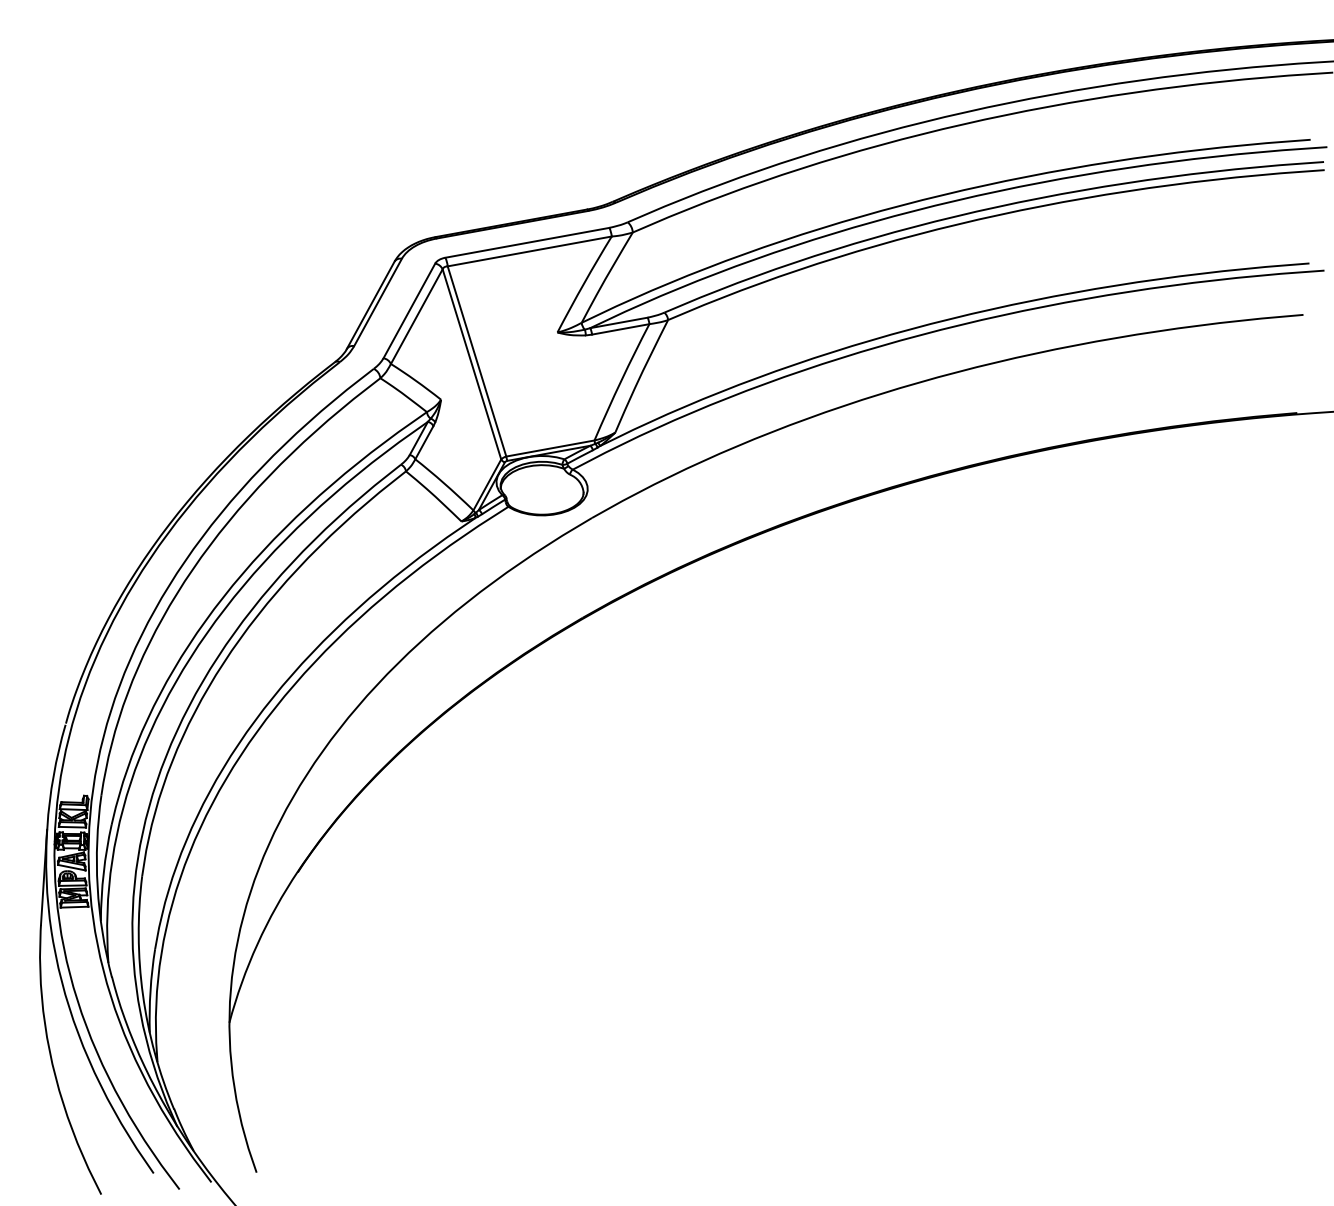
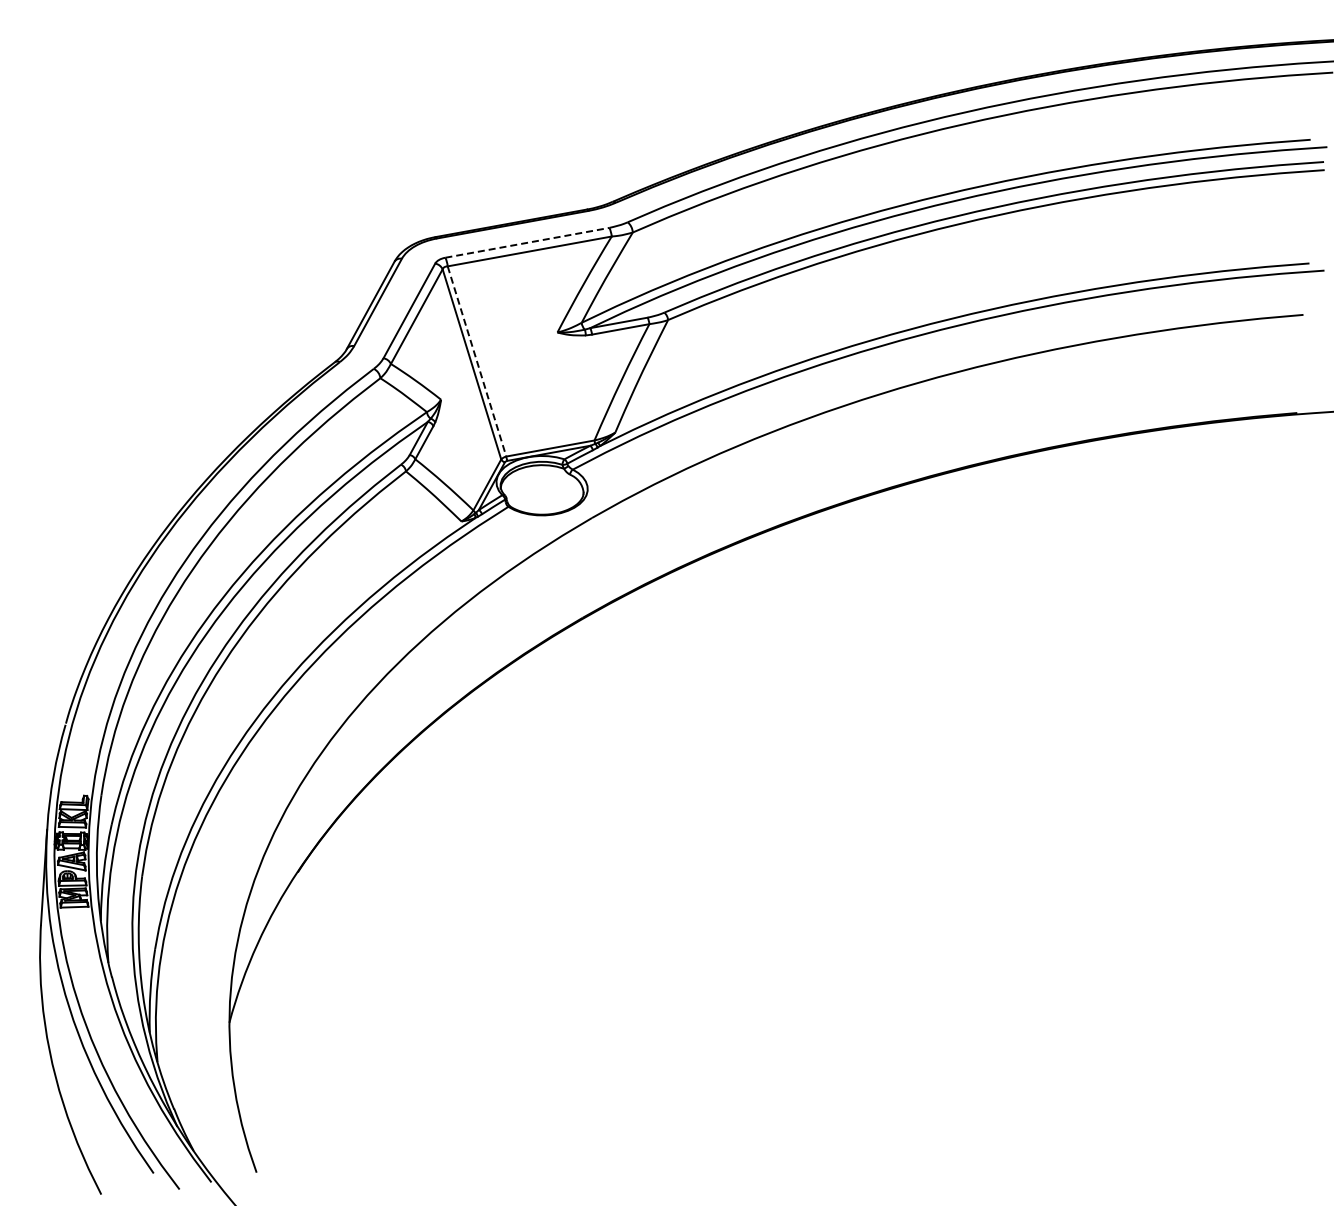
line at (527, 242): solid -> dashed
line at (477, 361): solid -> dashed
